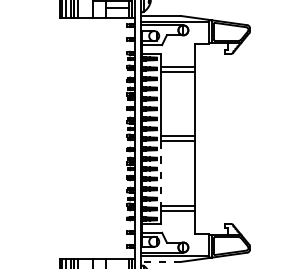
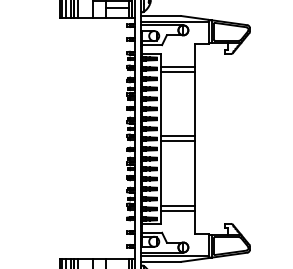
line at (161, 174): dashed -> solid
line at (161, 261): dashed -> solid
